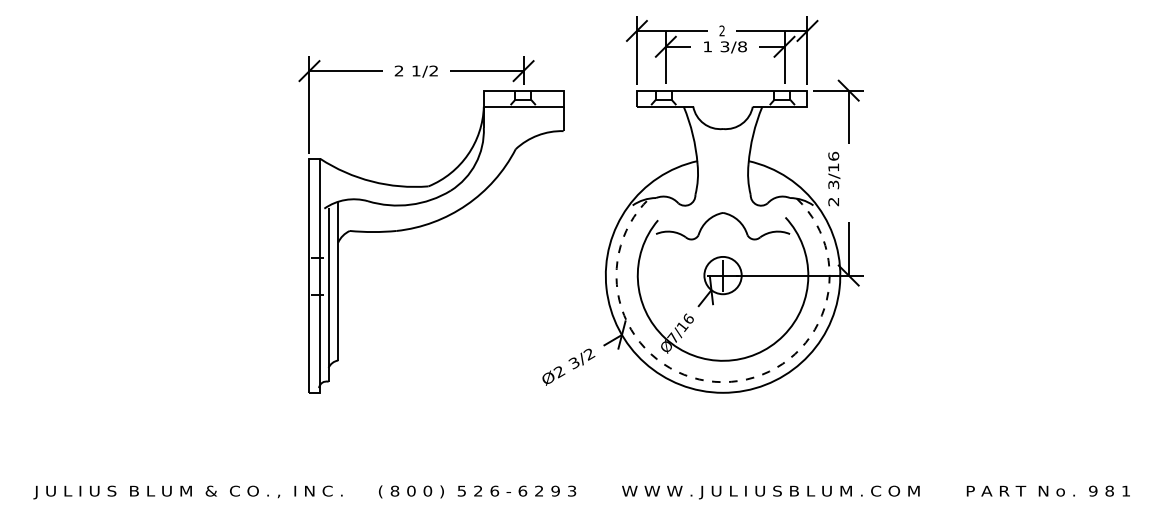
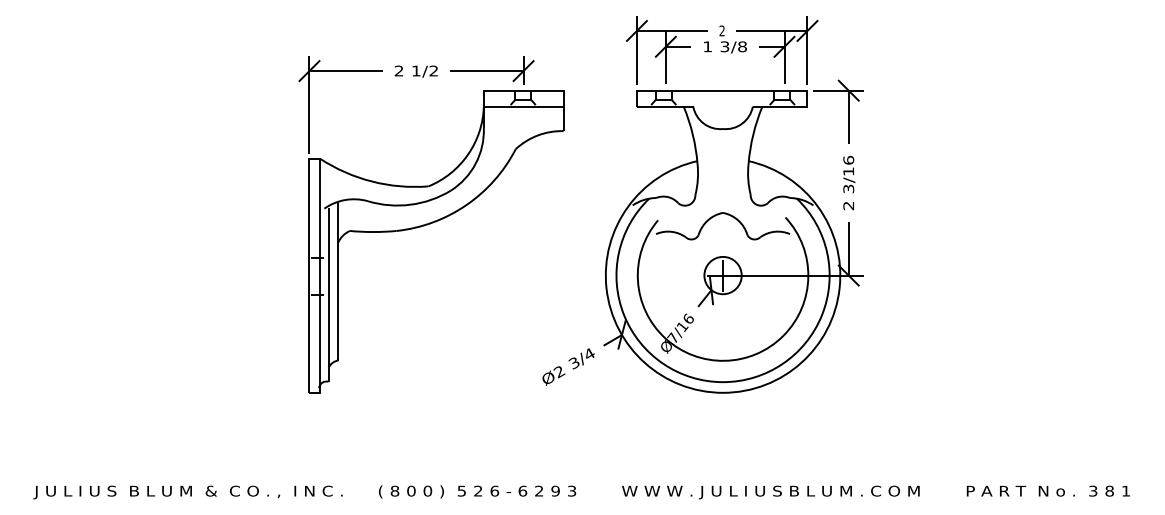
text at (834, 178) position: (834, 178) -> (849, 182)
text at (589, 354): 3/2 -> 3/4
arc at (723, 382): dashed -> solid
text at (1093, 490): 9 -> 3
